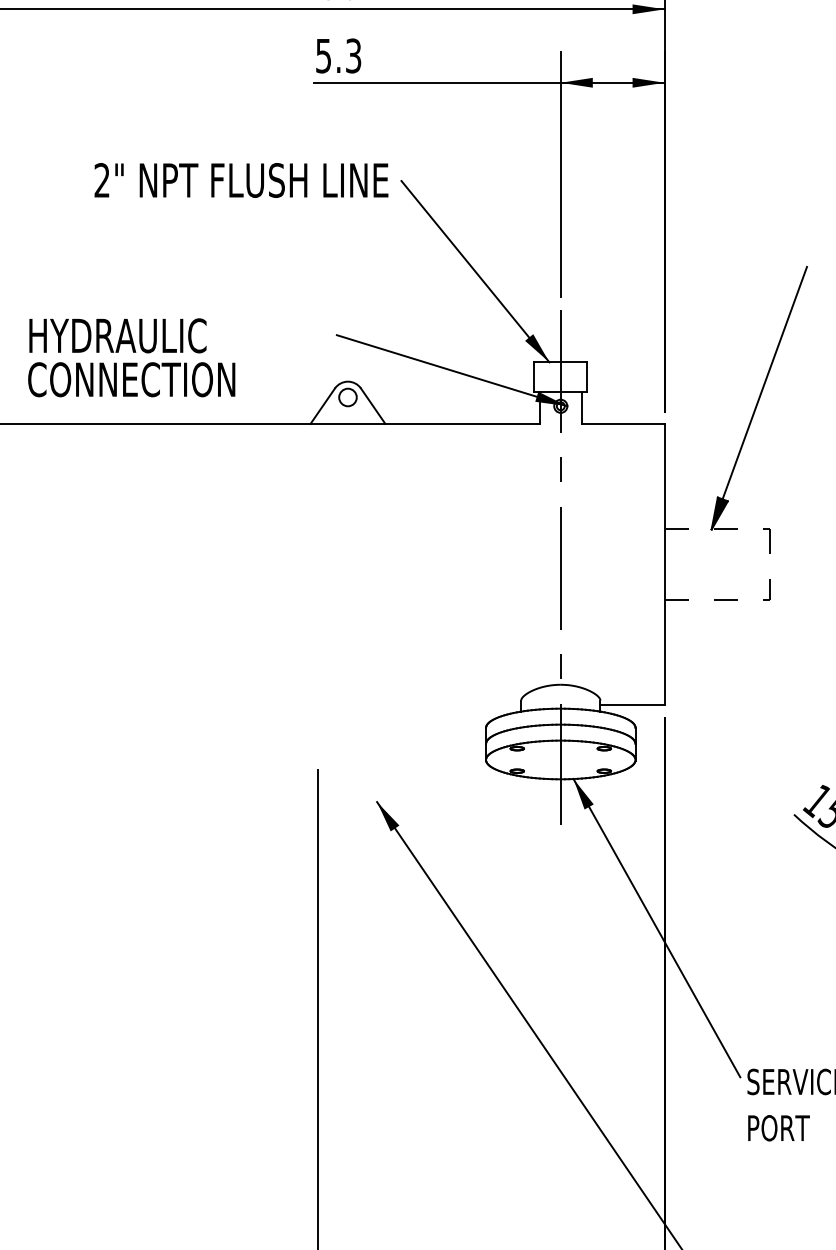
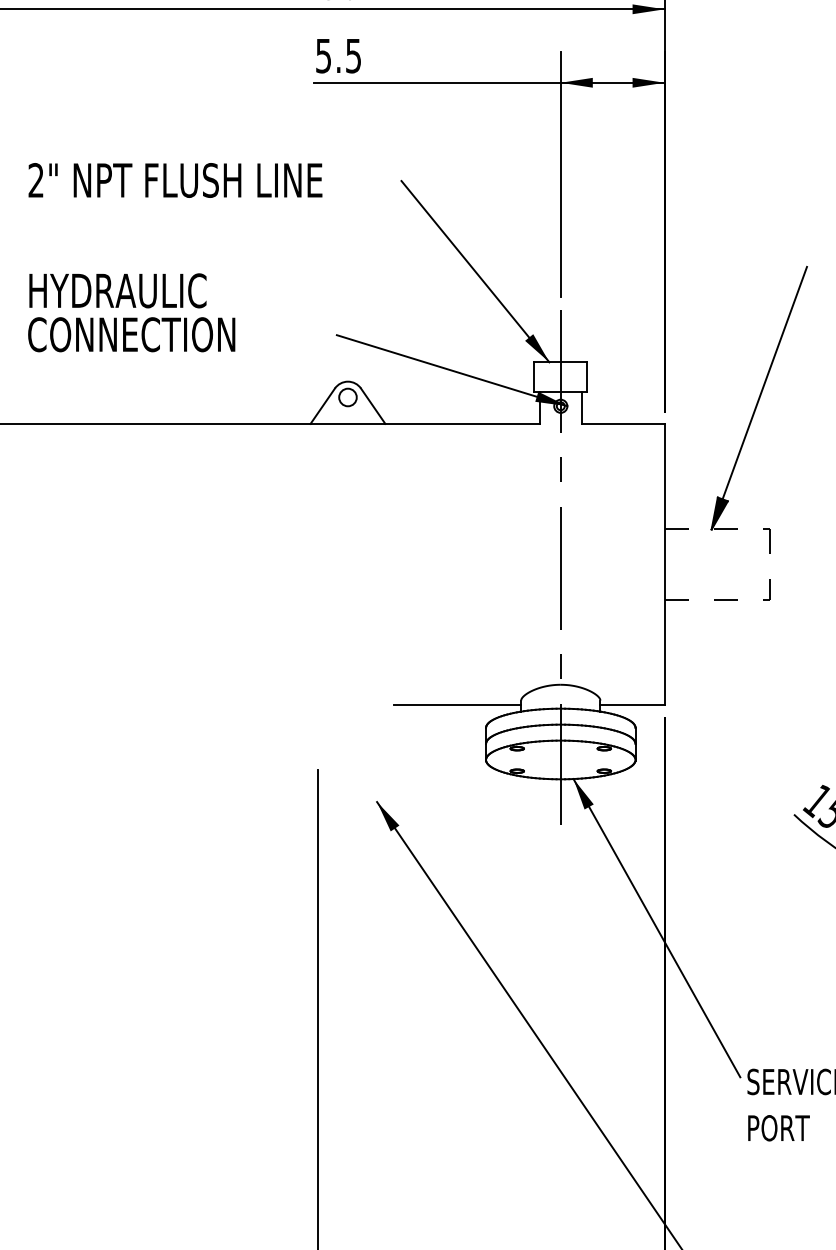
text at (353, 55): 5.3 -> 5.5
text at (241, 180) position: (241, 180) -> (175, 180)
text at (131, 357) position: (131, 357) -> (131, 312)
line at (457, 705): none -> present
